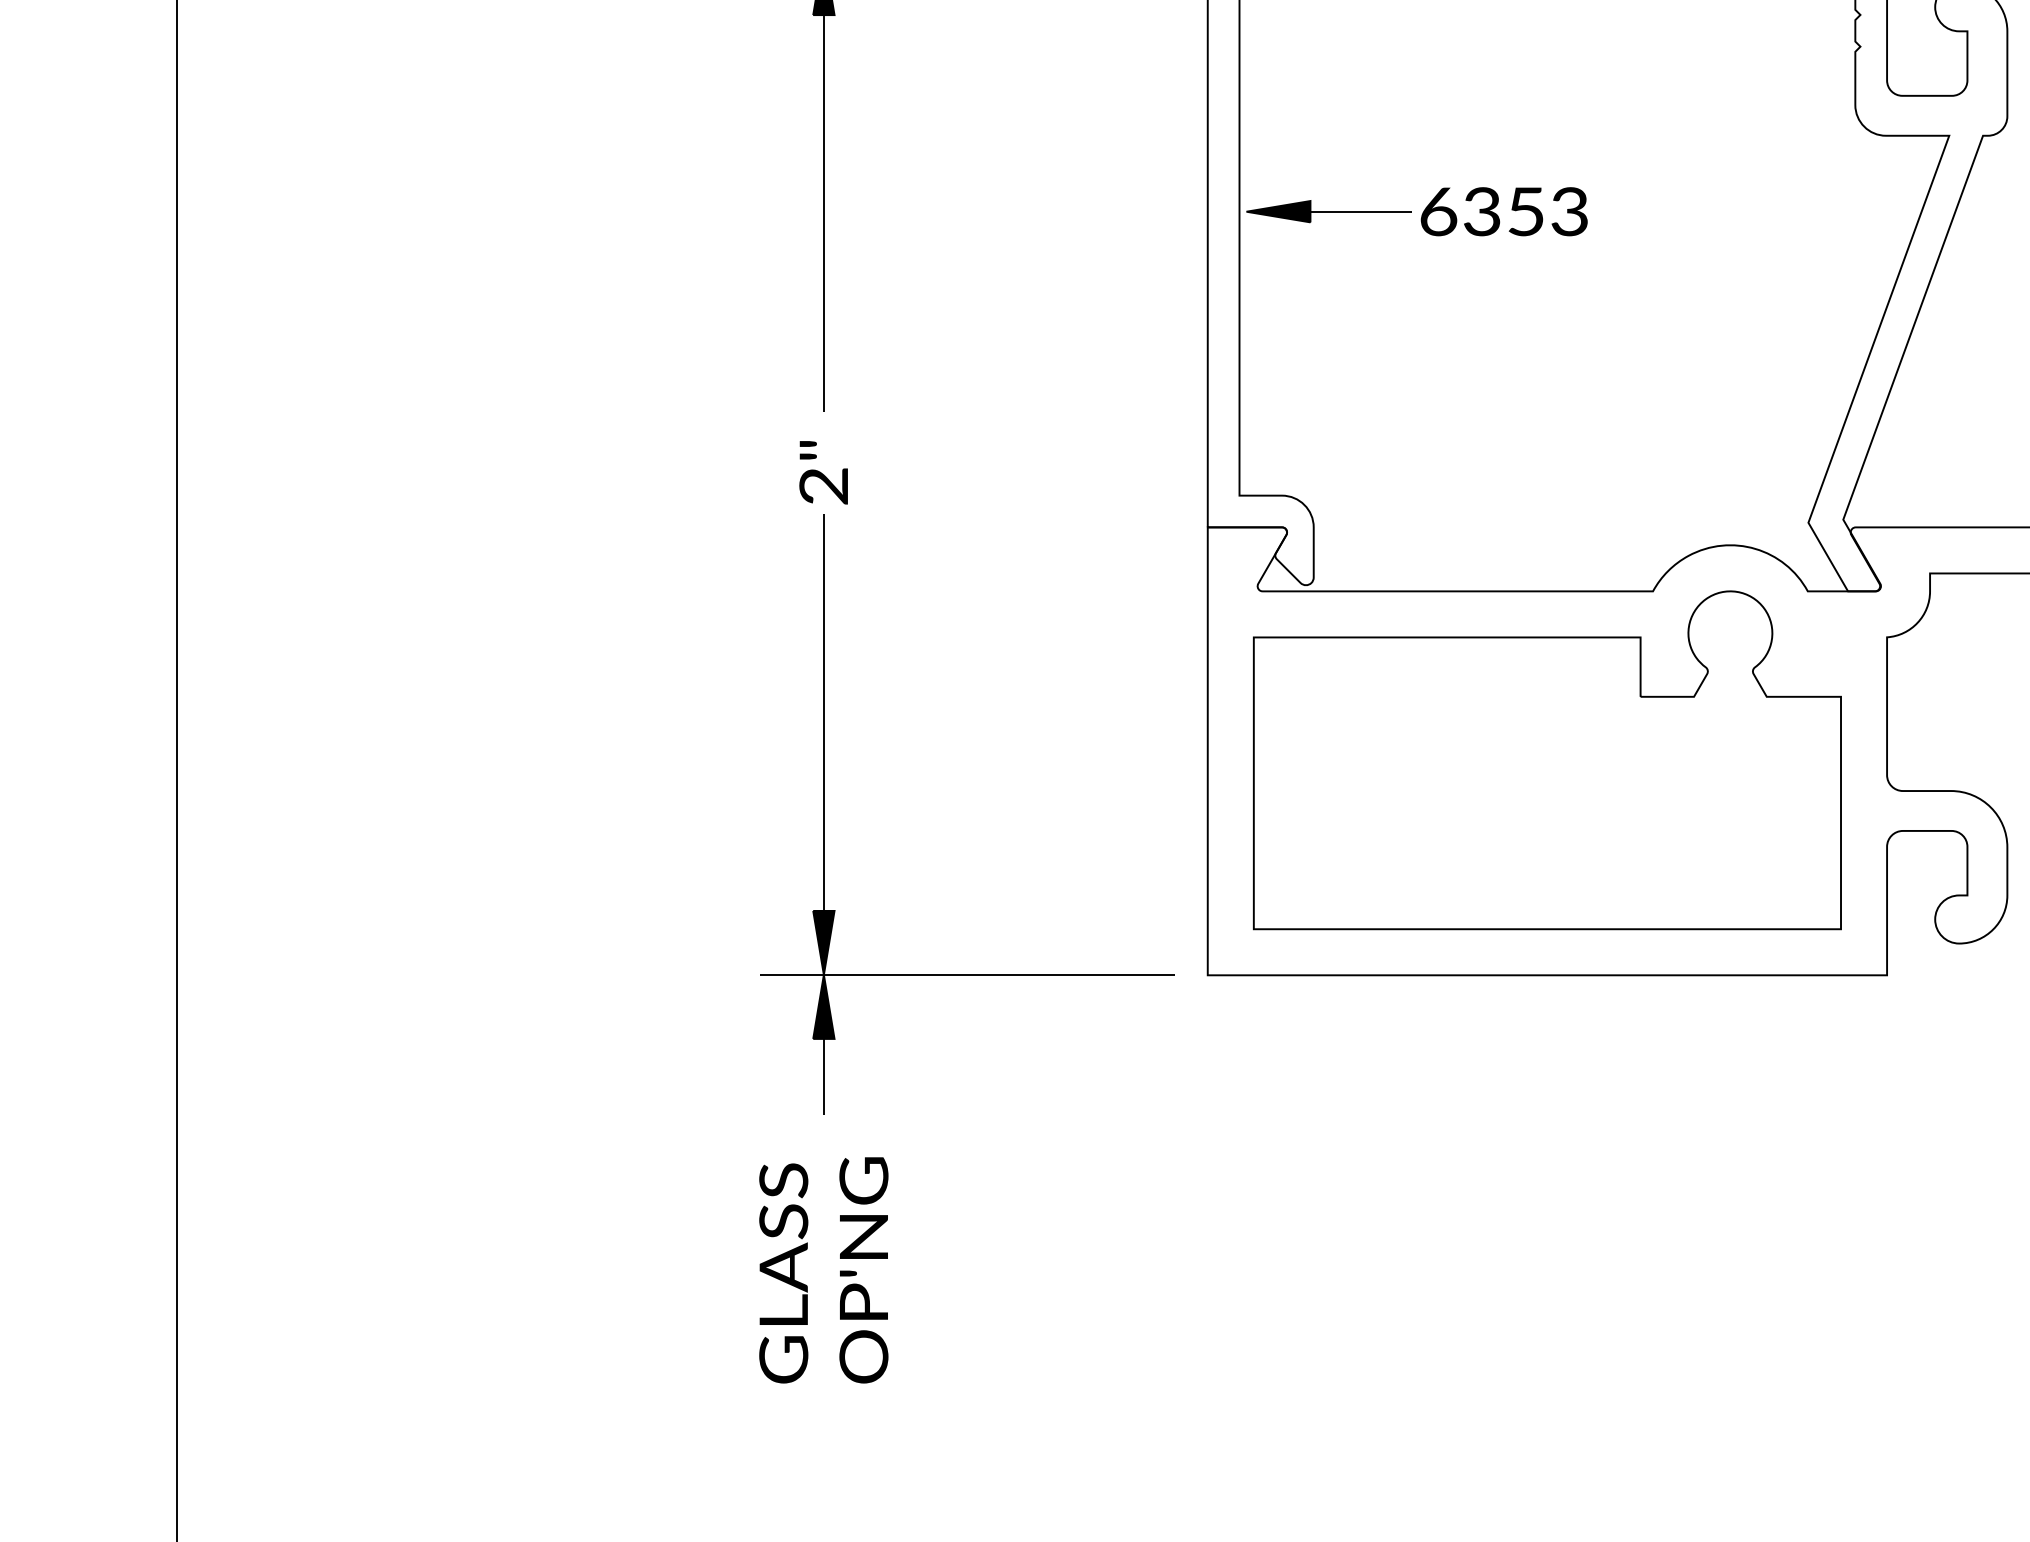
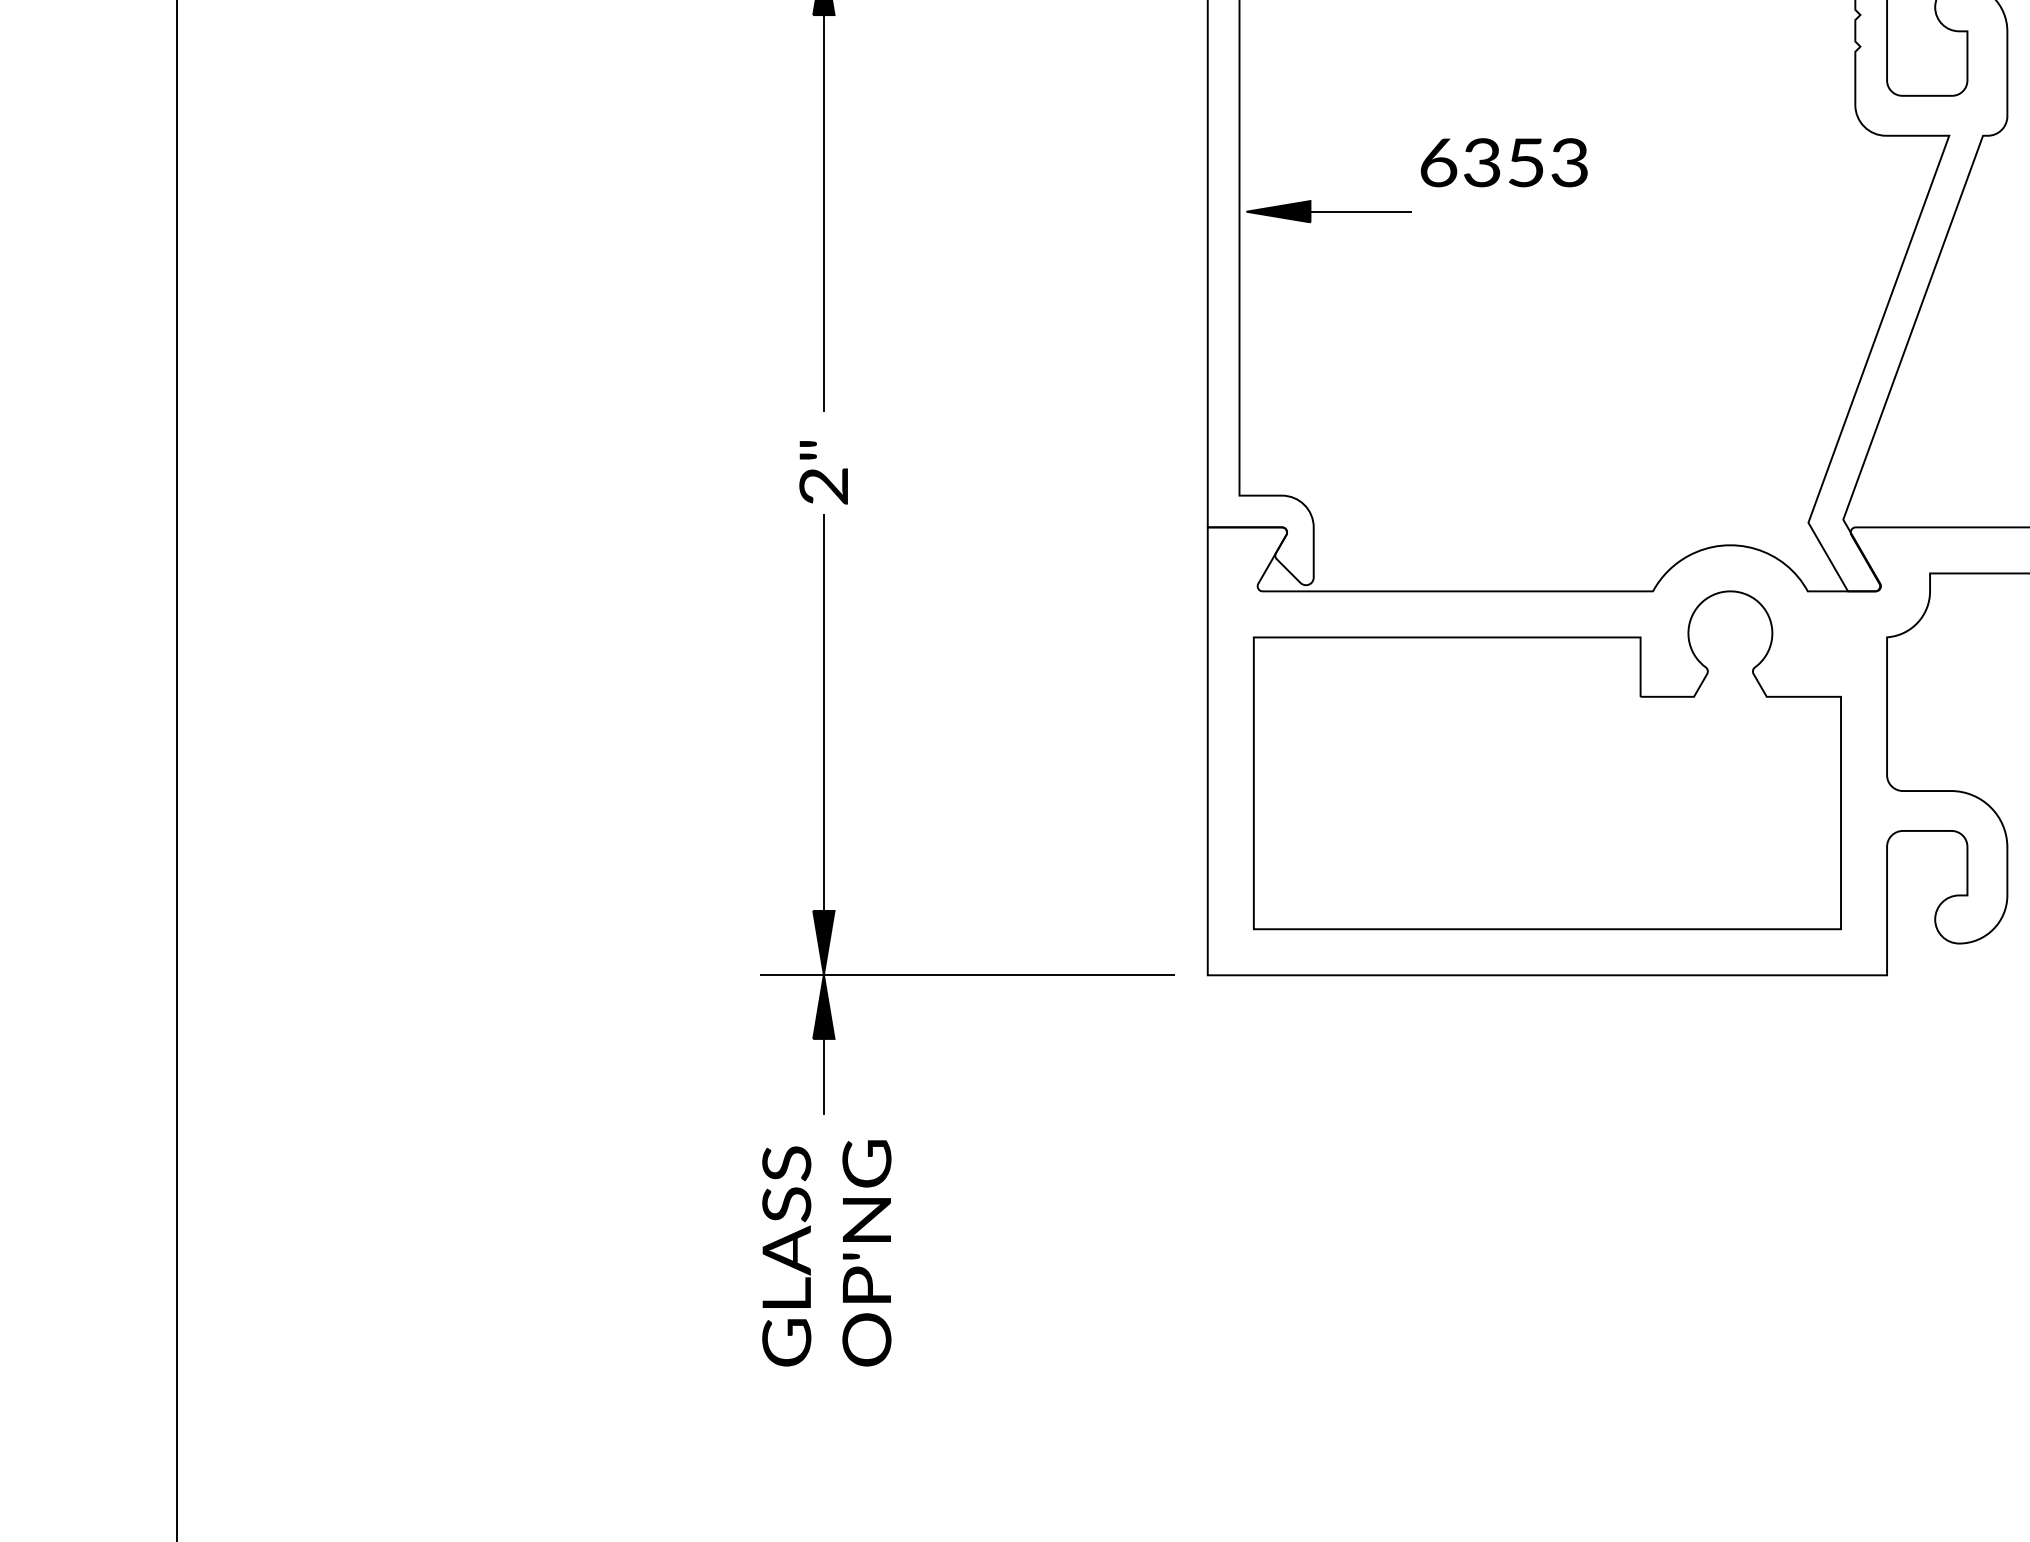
text at (1503, 211) position: (1503, 211) -> (1503, 162)
text at (823, 1270) position: (823, 1270) -> (826, 1253)
